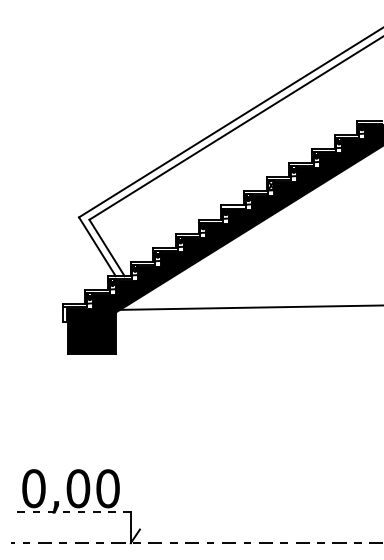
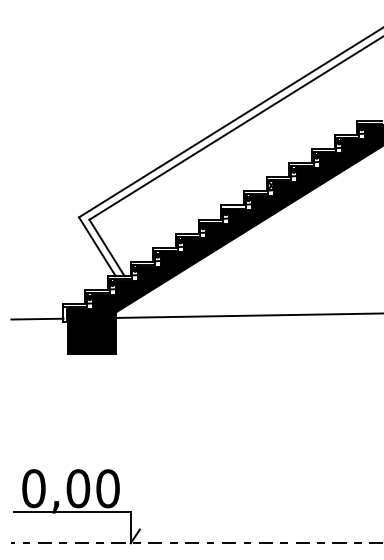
line at (247, 307) position: (247, 307) -> (247, 315)
line at (37, 318): none -> present
line at (72, 512): dashed -> solid
